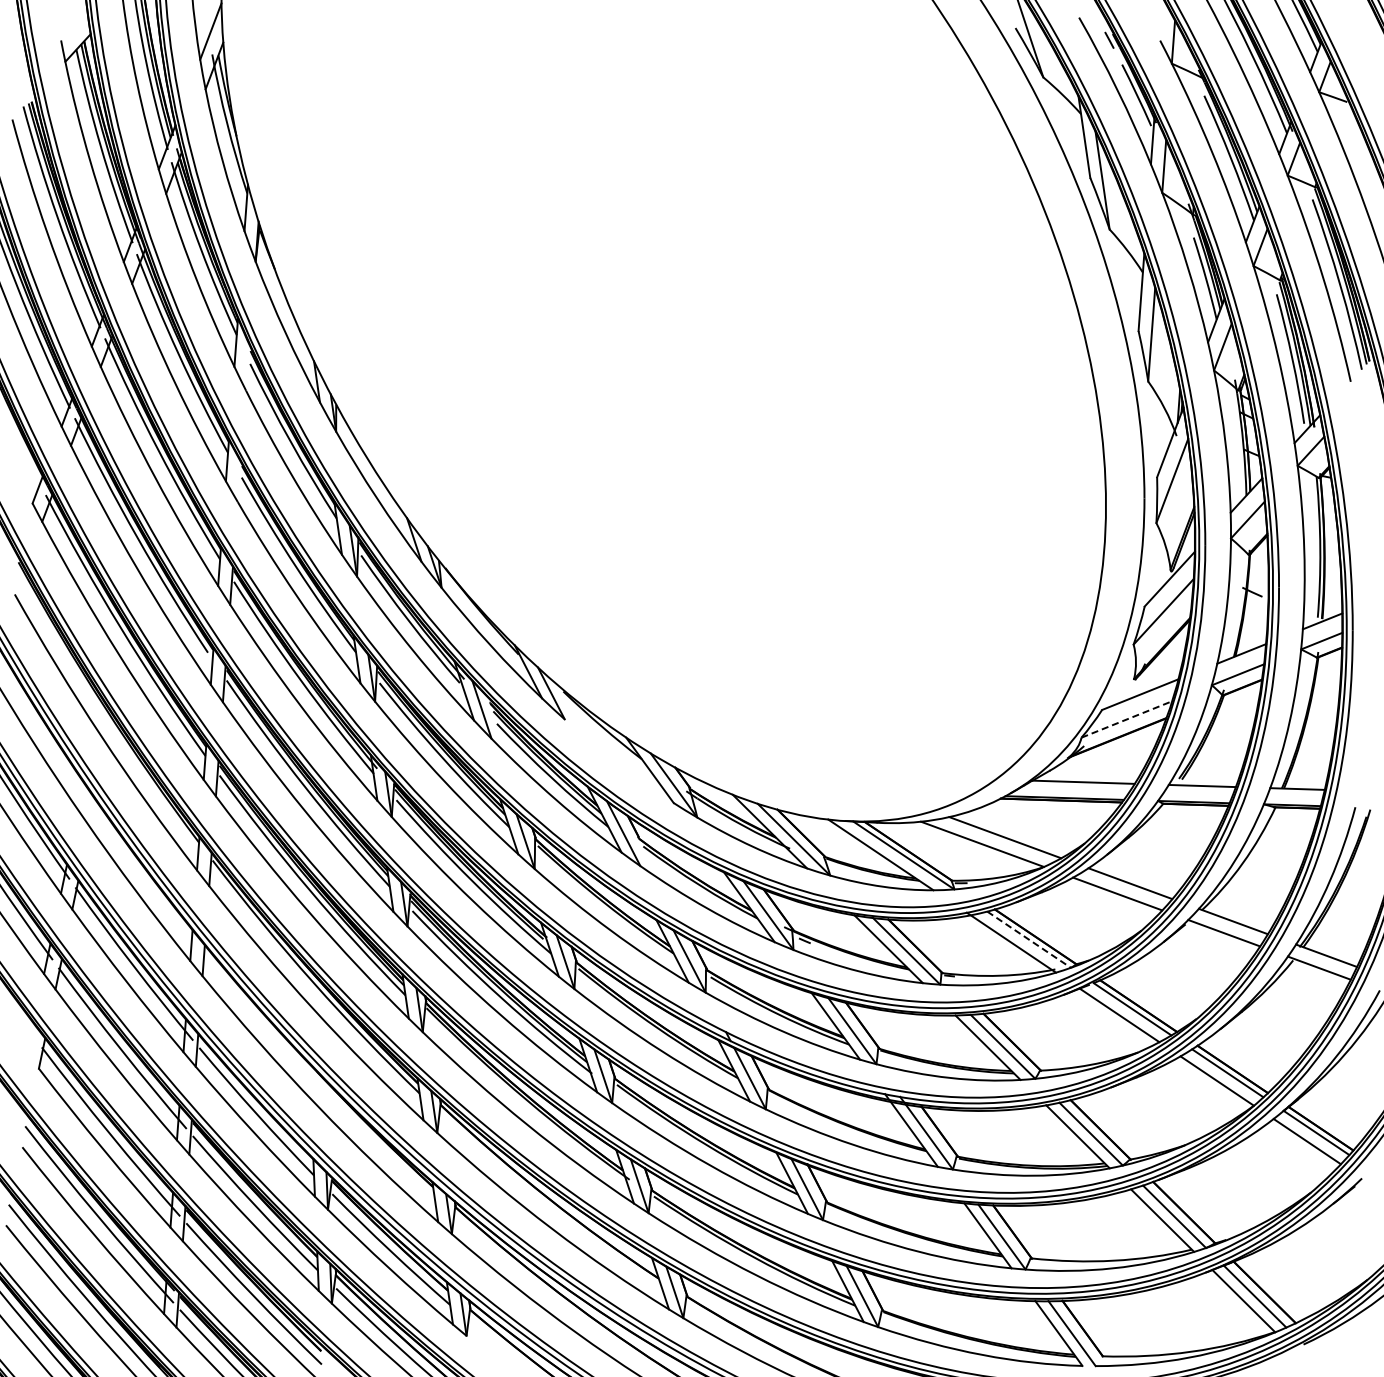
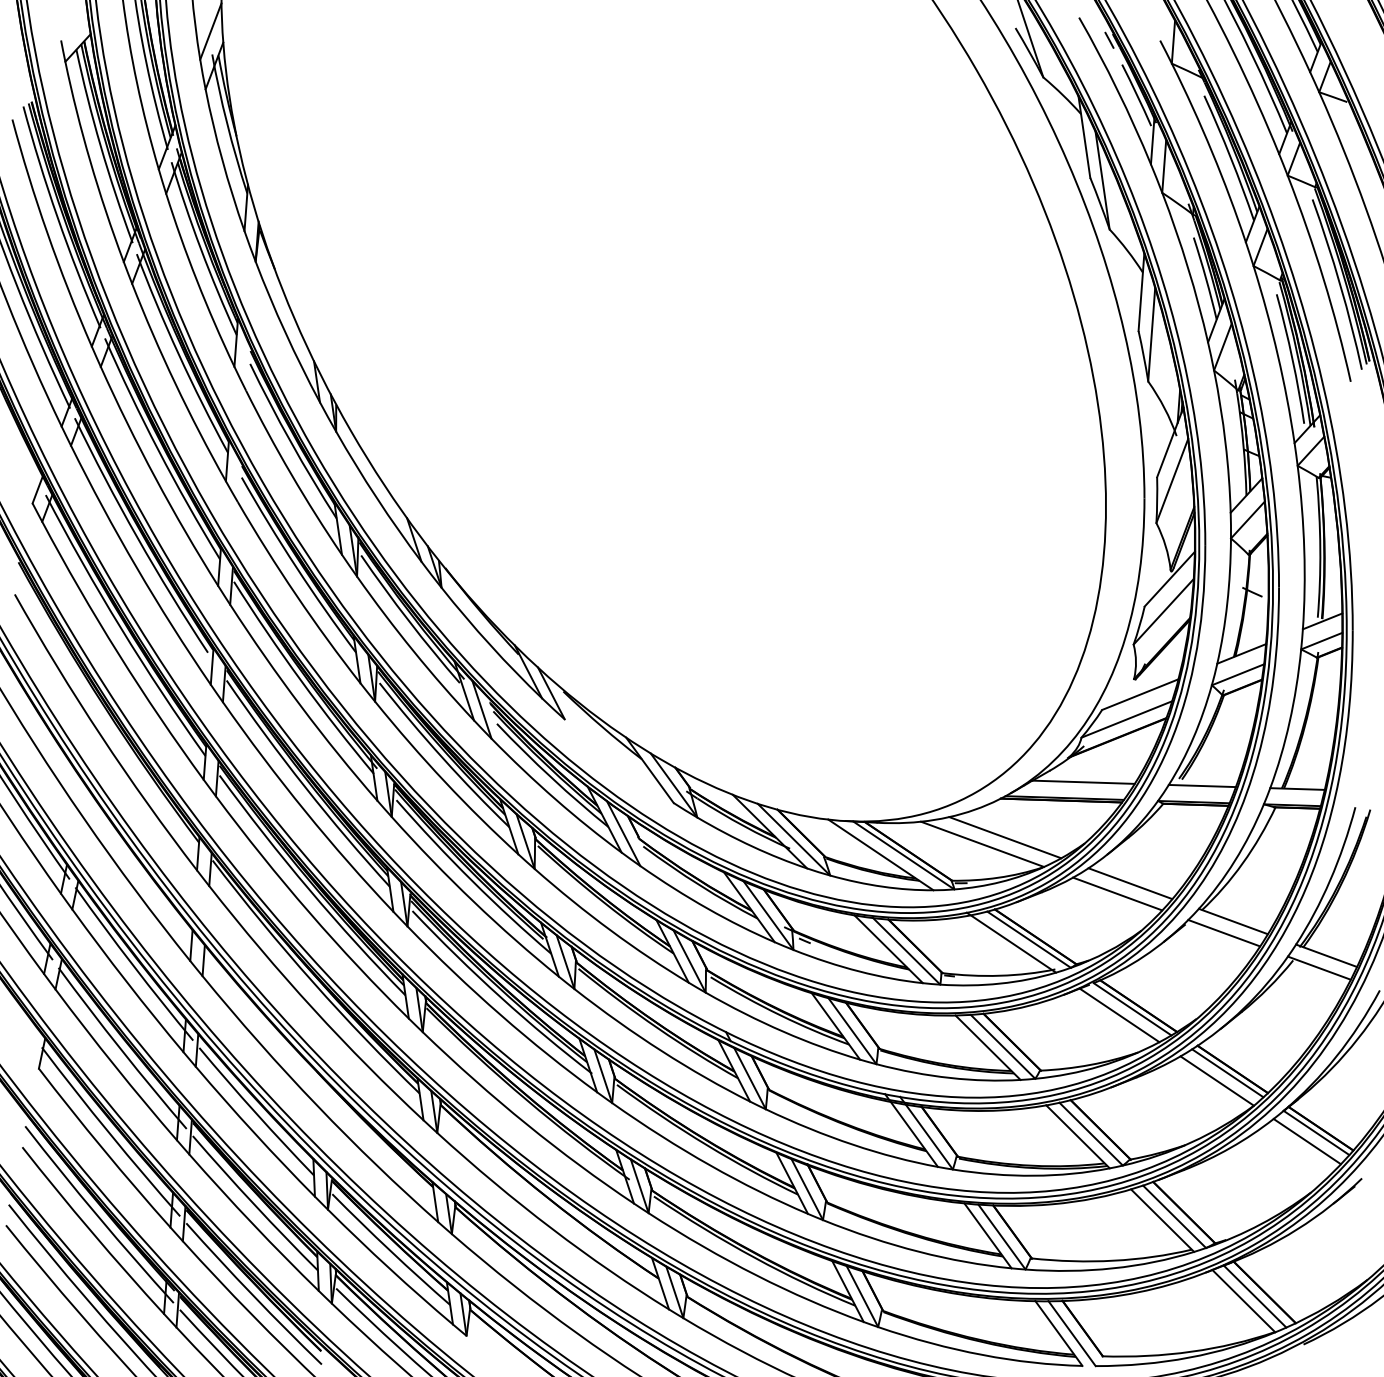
line at (1126, 719): dashed -> solid
line at (1029, 939): dashed -> solid
